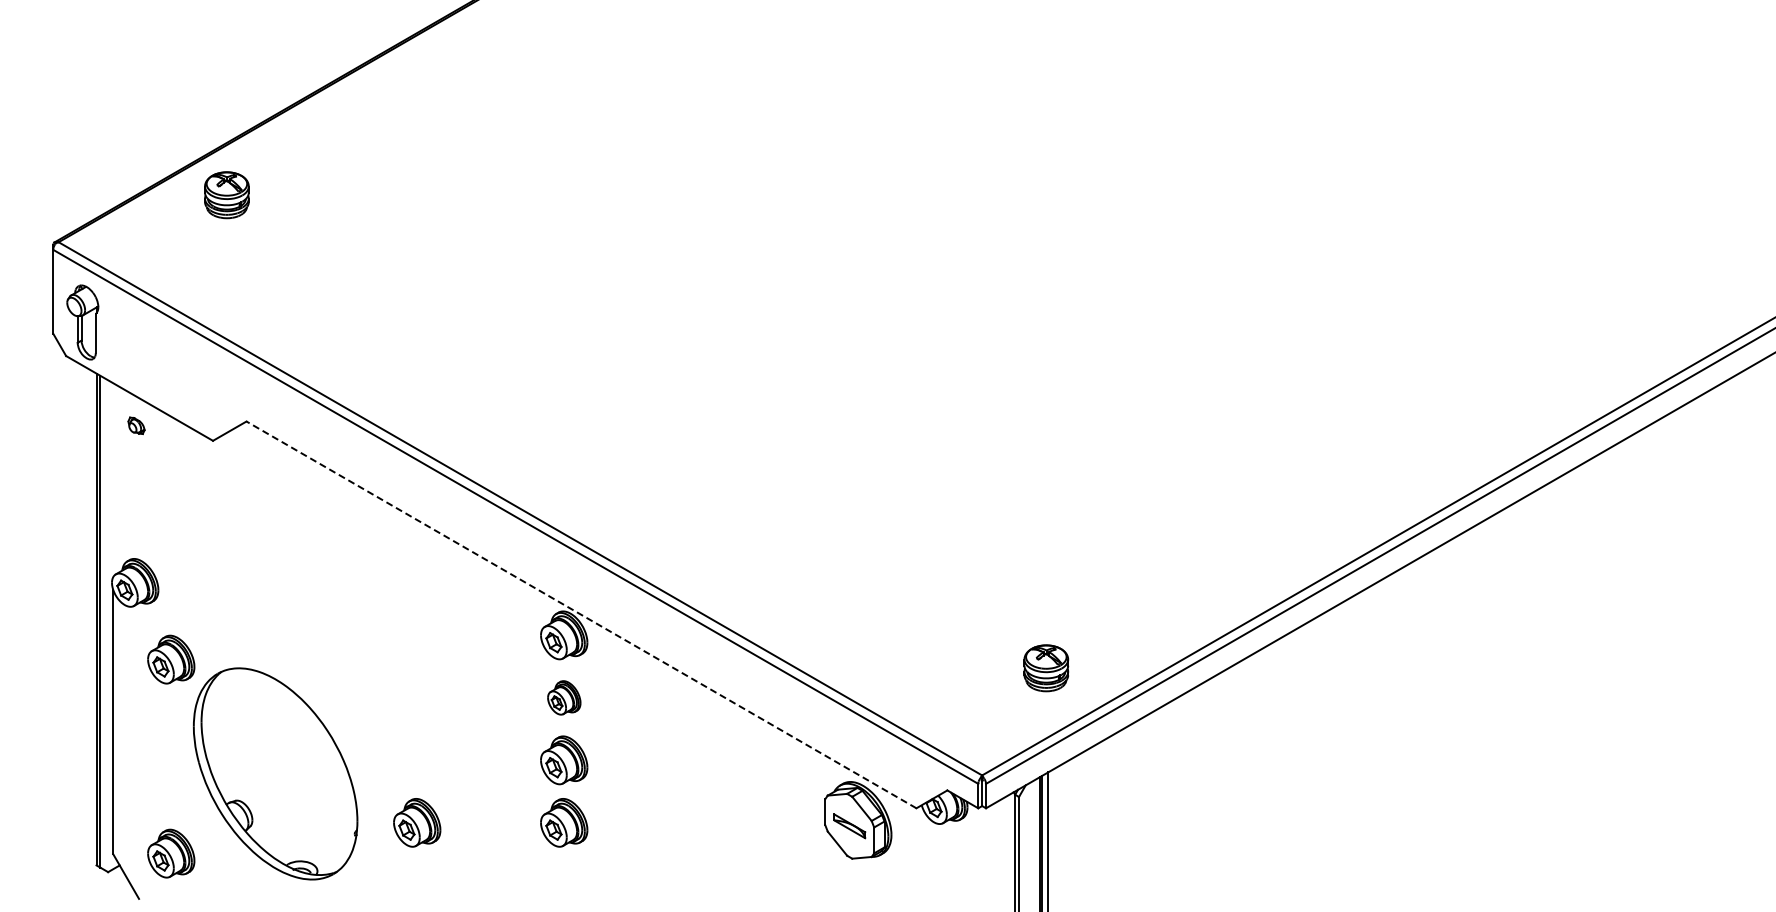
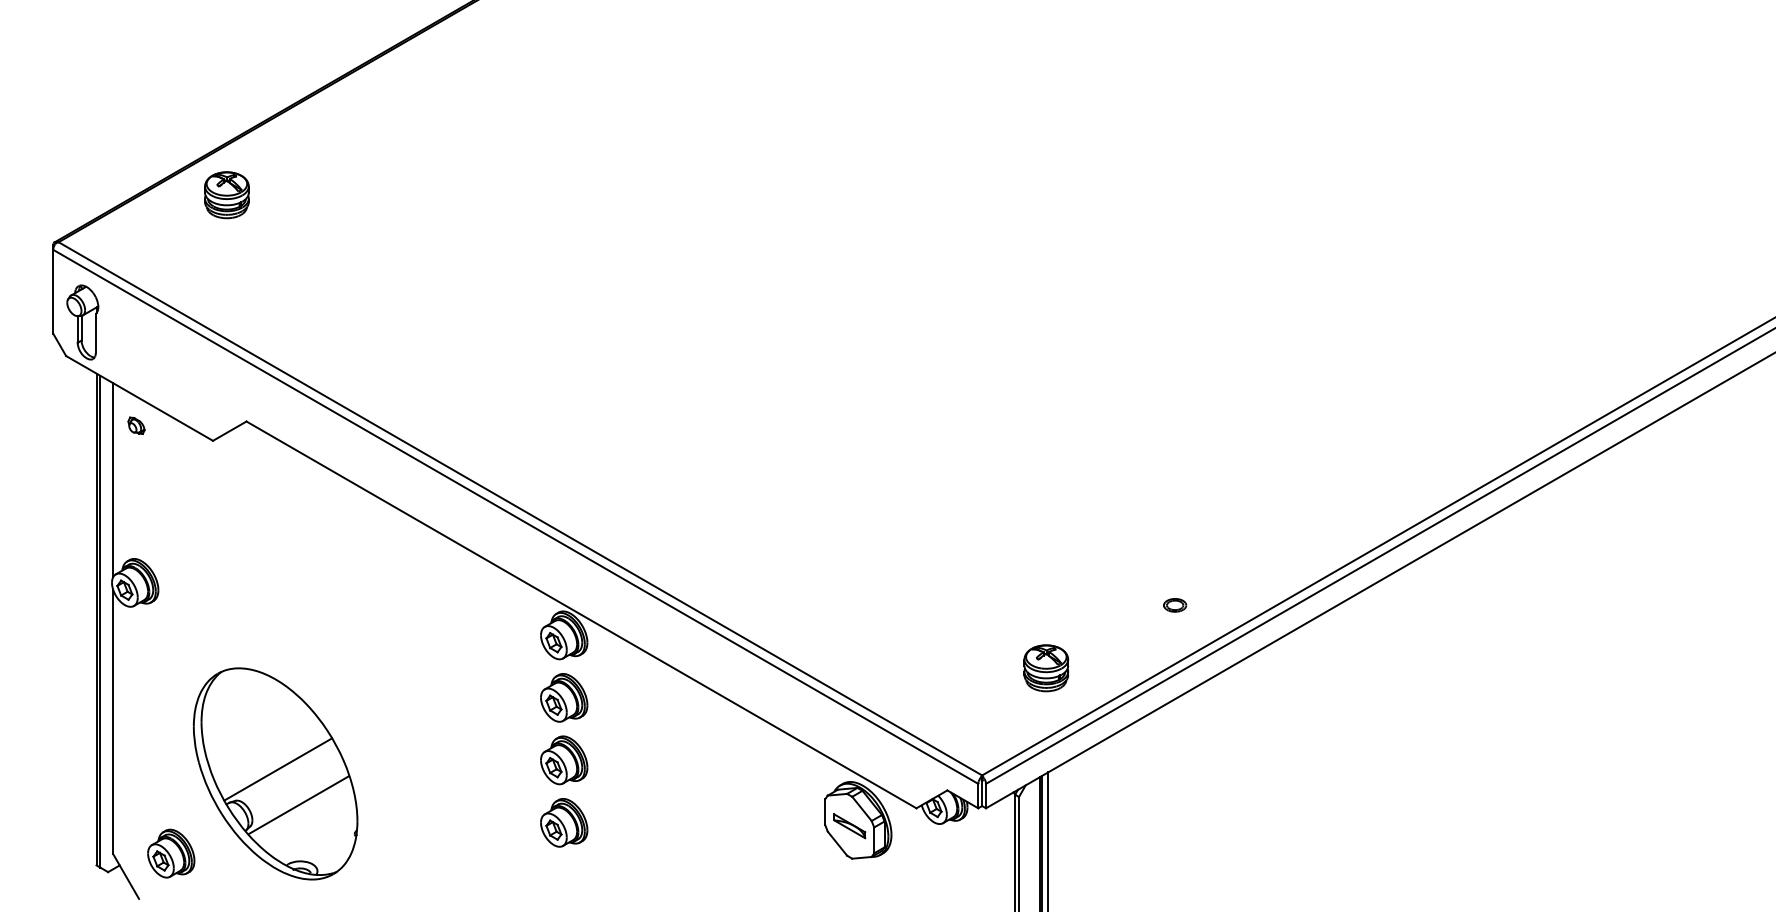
line at (113, 480): none -> present
part at (1175, 605): none -> present
line at (581, 614): dashed -> solid
part at (171, 659): present -> none
part at (564, 697) size: 35x36 px -> 49x50 px
line at (277, 769): none -> present
line at (298, 805): none -> present
part at (417, 822): present -> none
